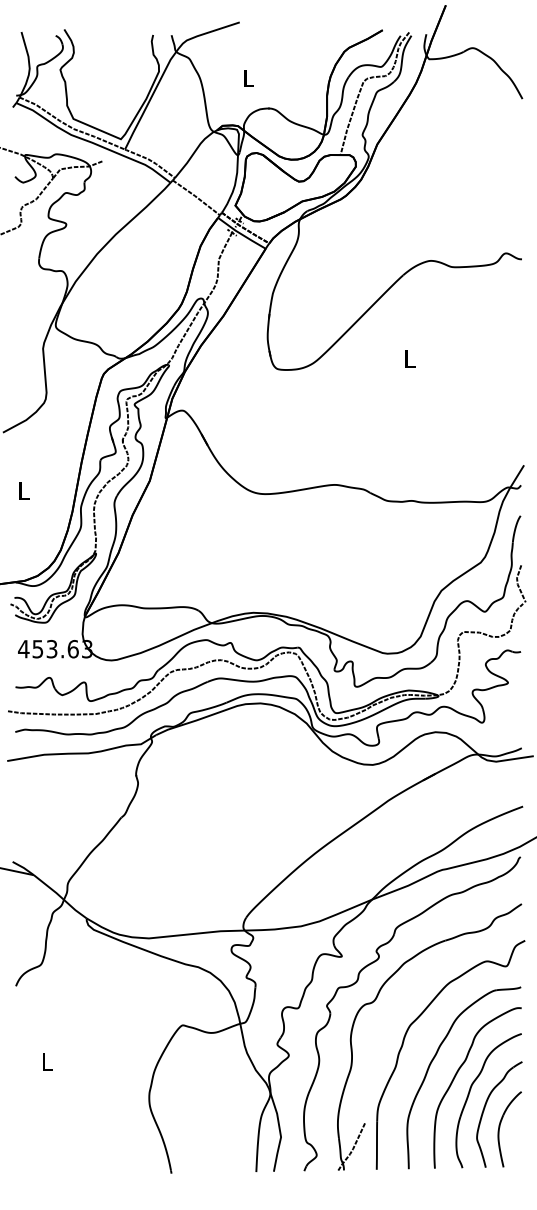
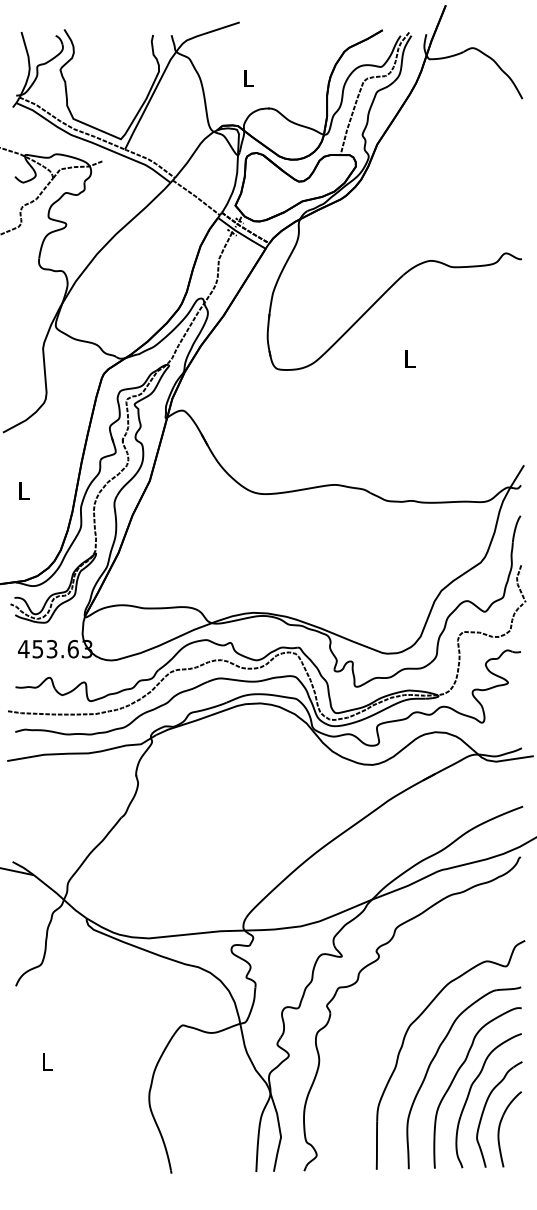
part at (377, 998): present -> none
